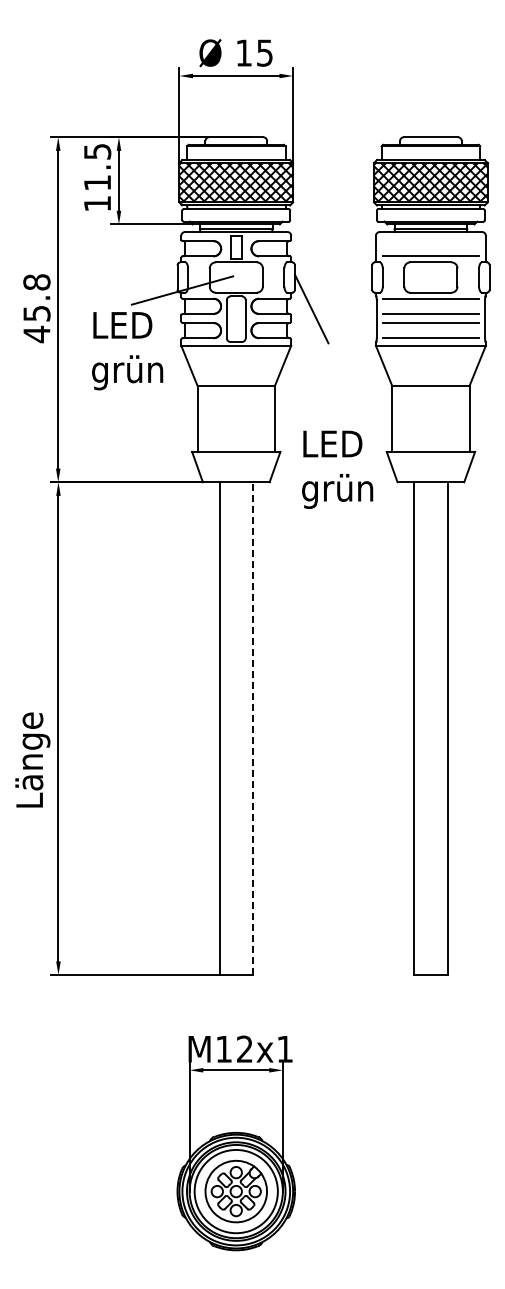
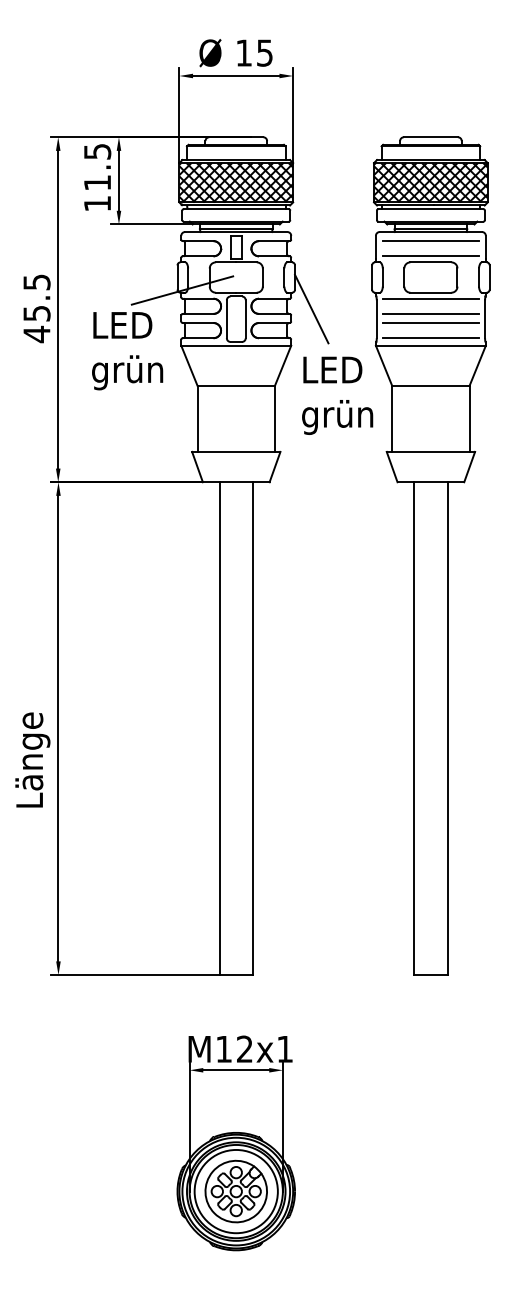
line at (430, 241): none -> present
text at (36, 282): 45.8 -> 45.5
text at (337, 469) position: (337, 469) -> (337, 395)
line at (252, 728): dashed -> solid
